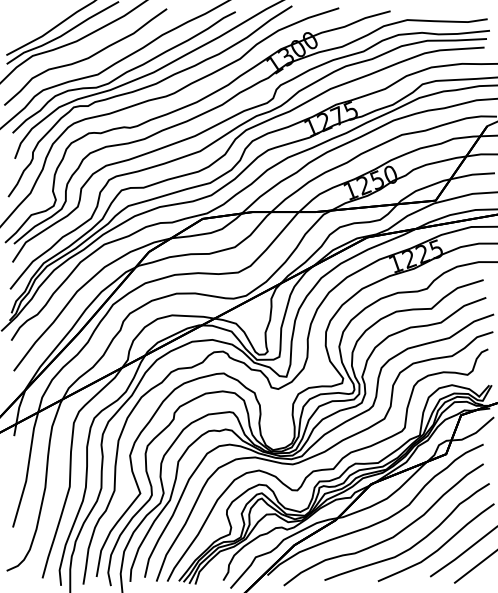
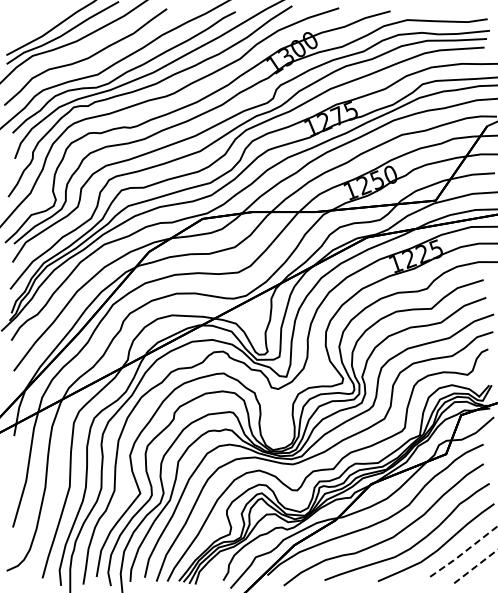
line at (463, 552): solid -> dashed
line at (476, 566): solid -> dashed
